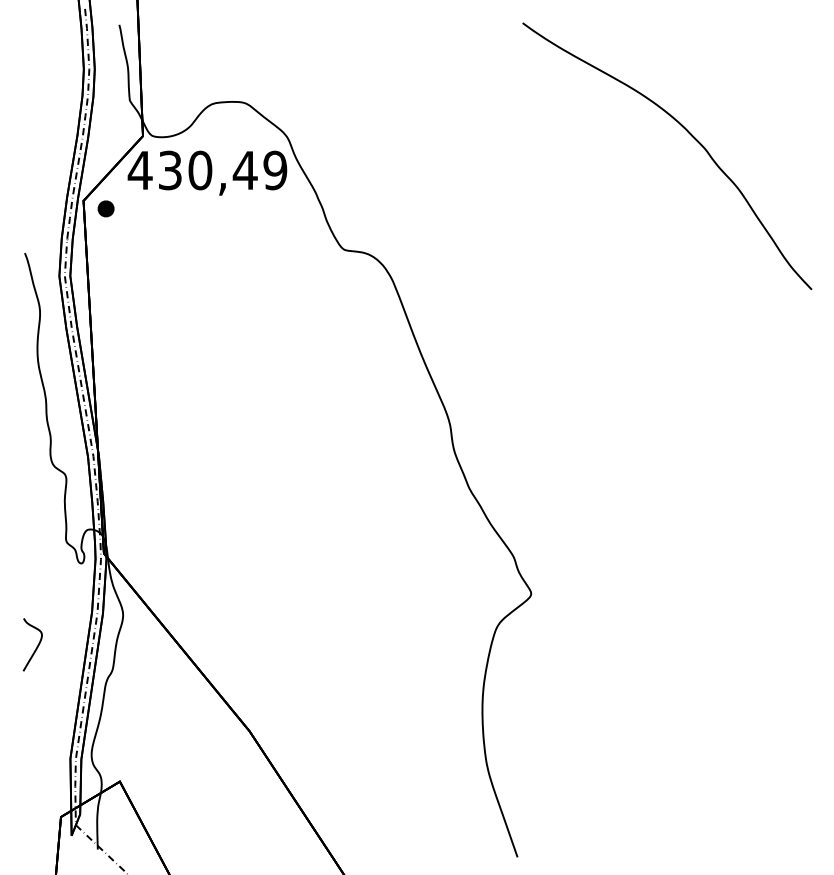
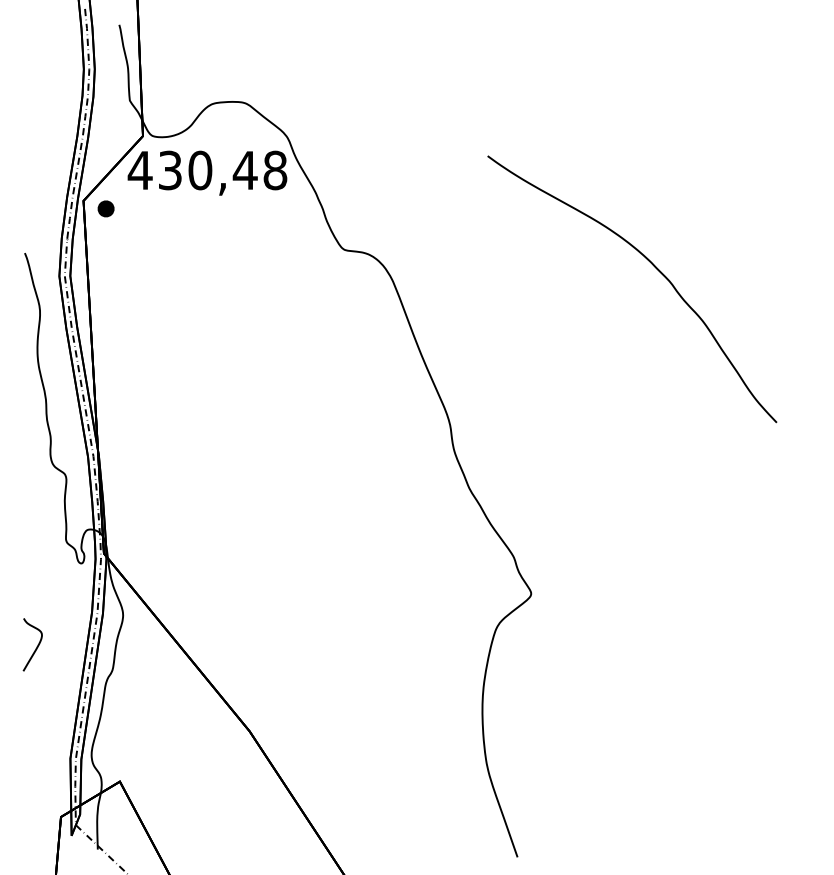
curve at (689, 134) position: (689, 134) -> (654, 267)
text at (275, 170): 430,49 -> 430,48
